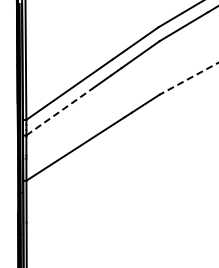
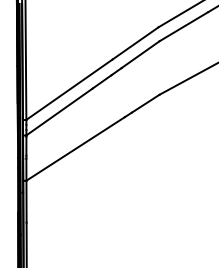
line at (189, 78): dashed -> solid
line at (59, 111): dashed -> solid
